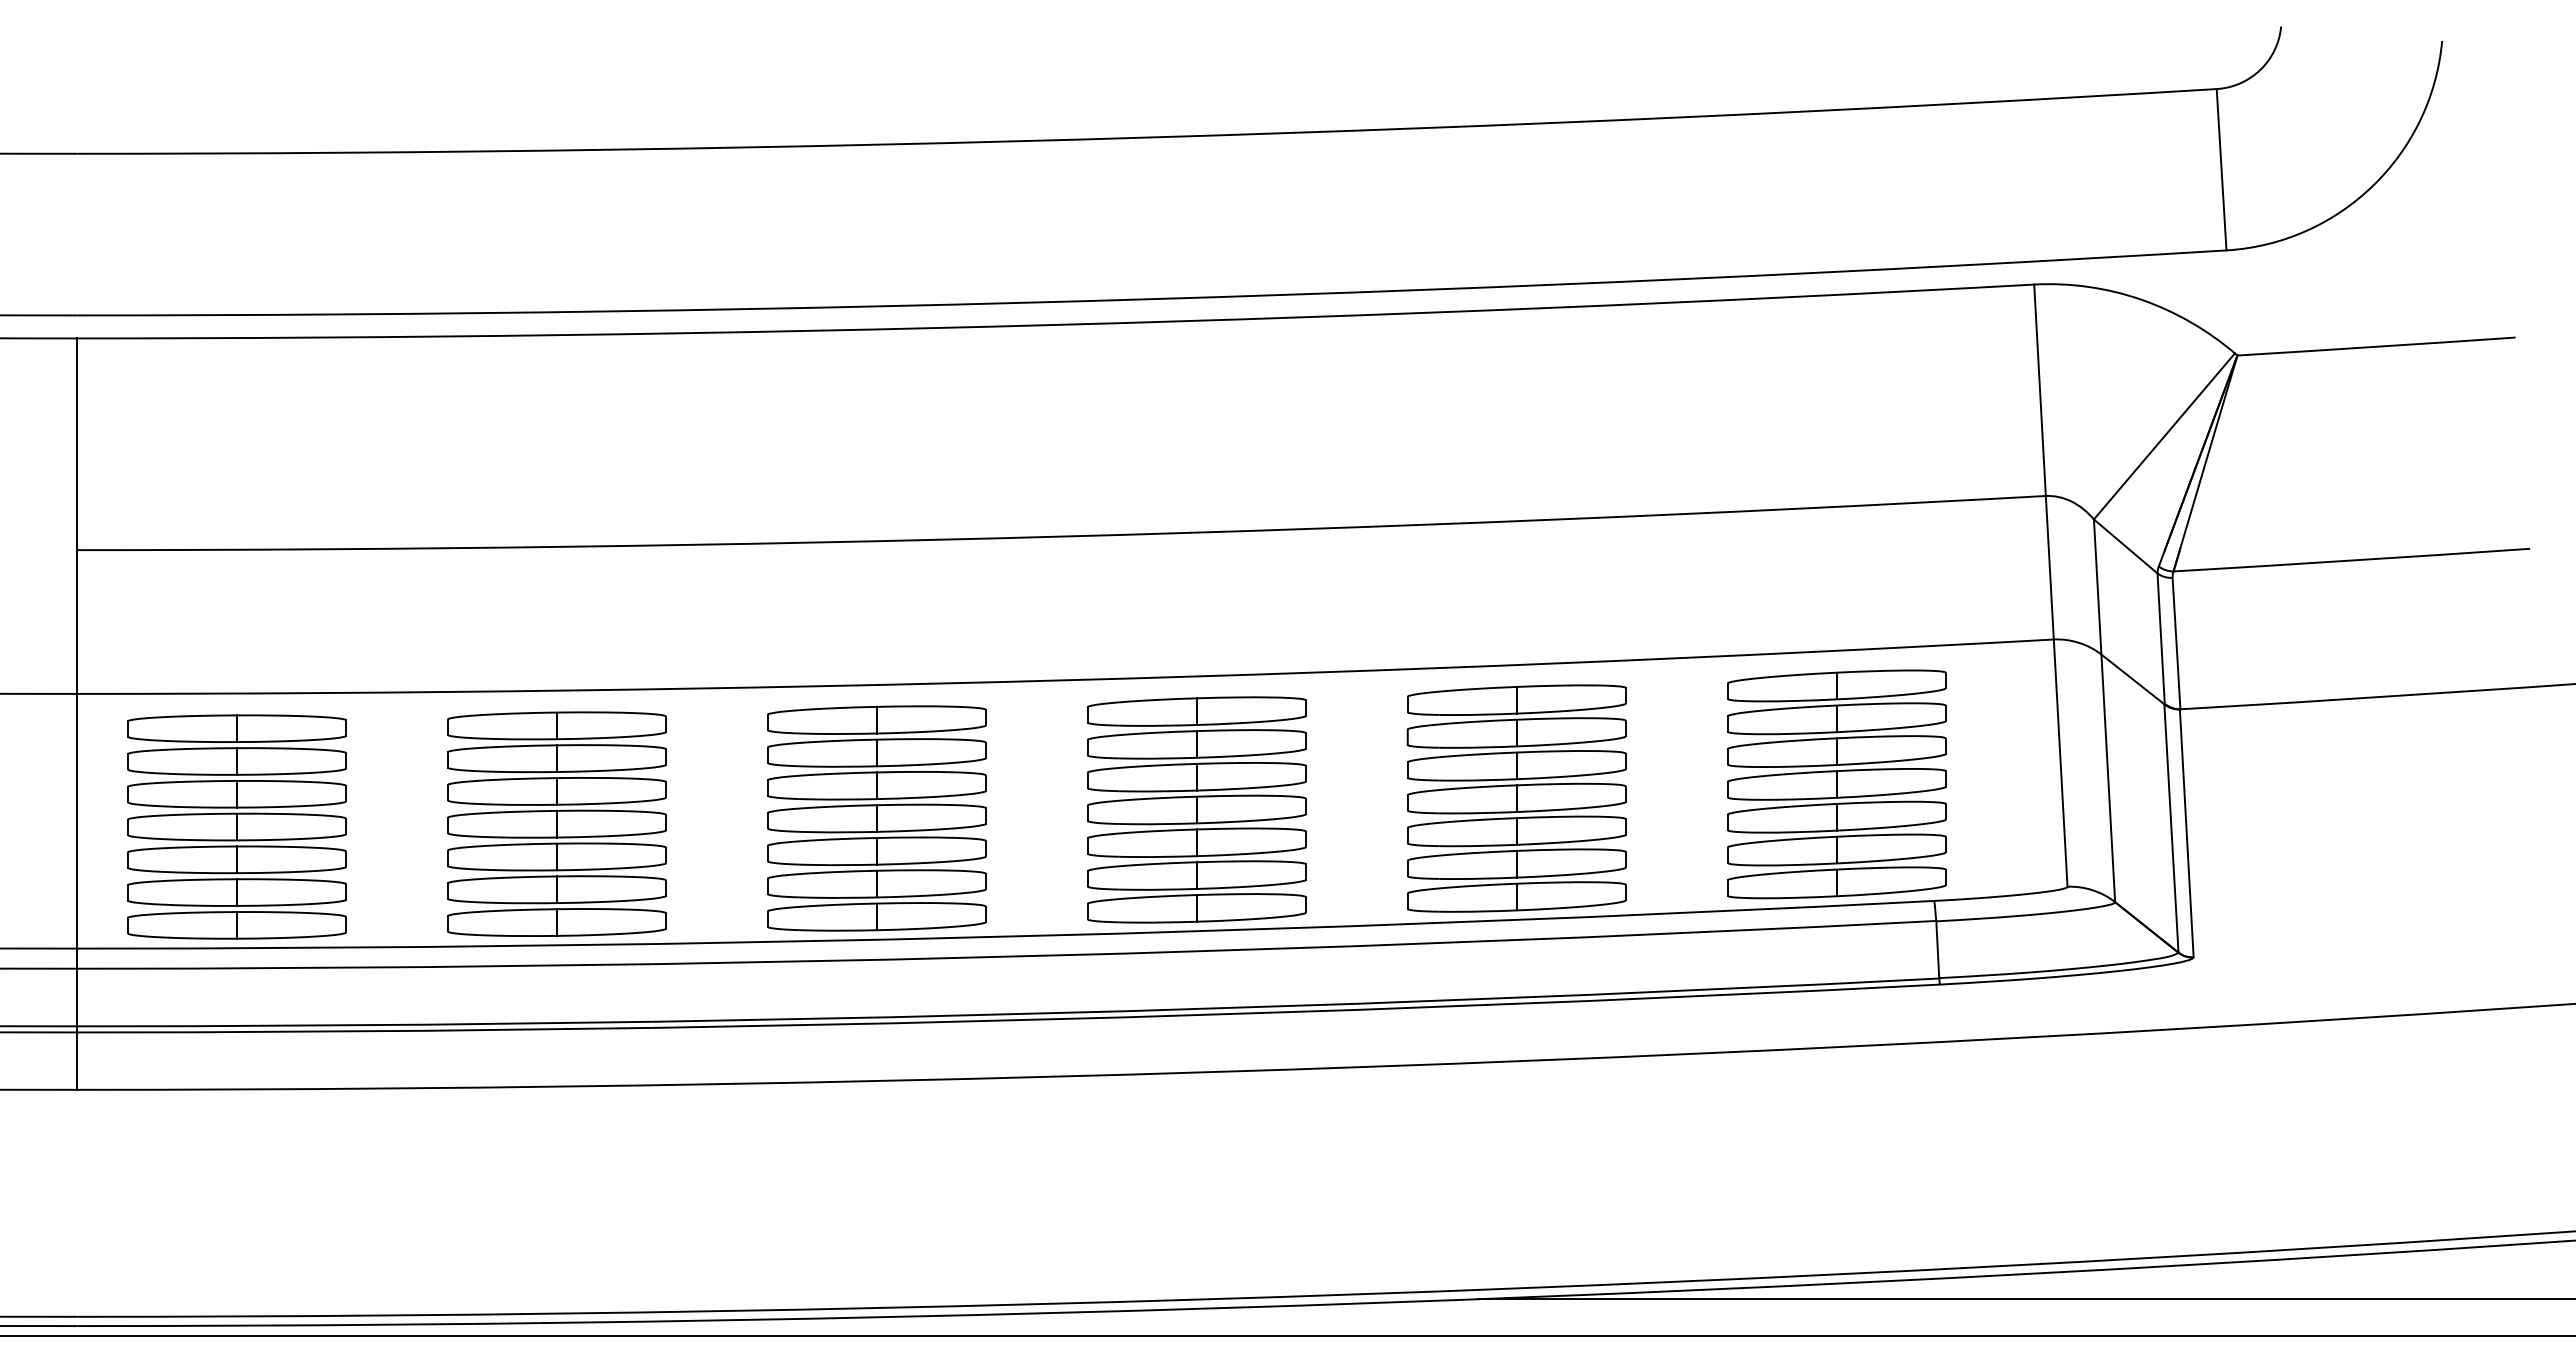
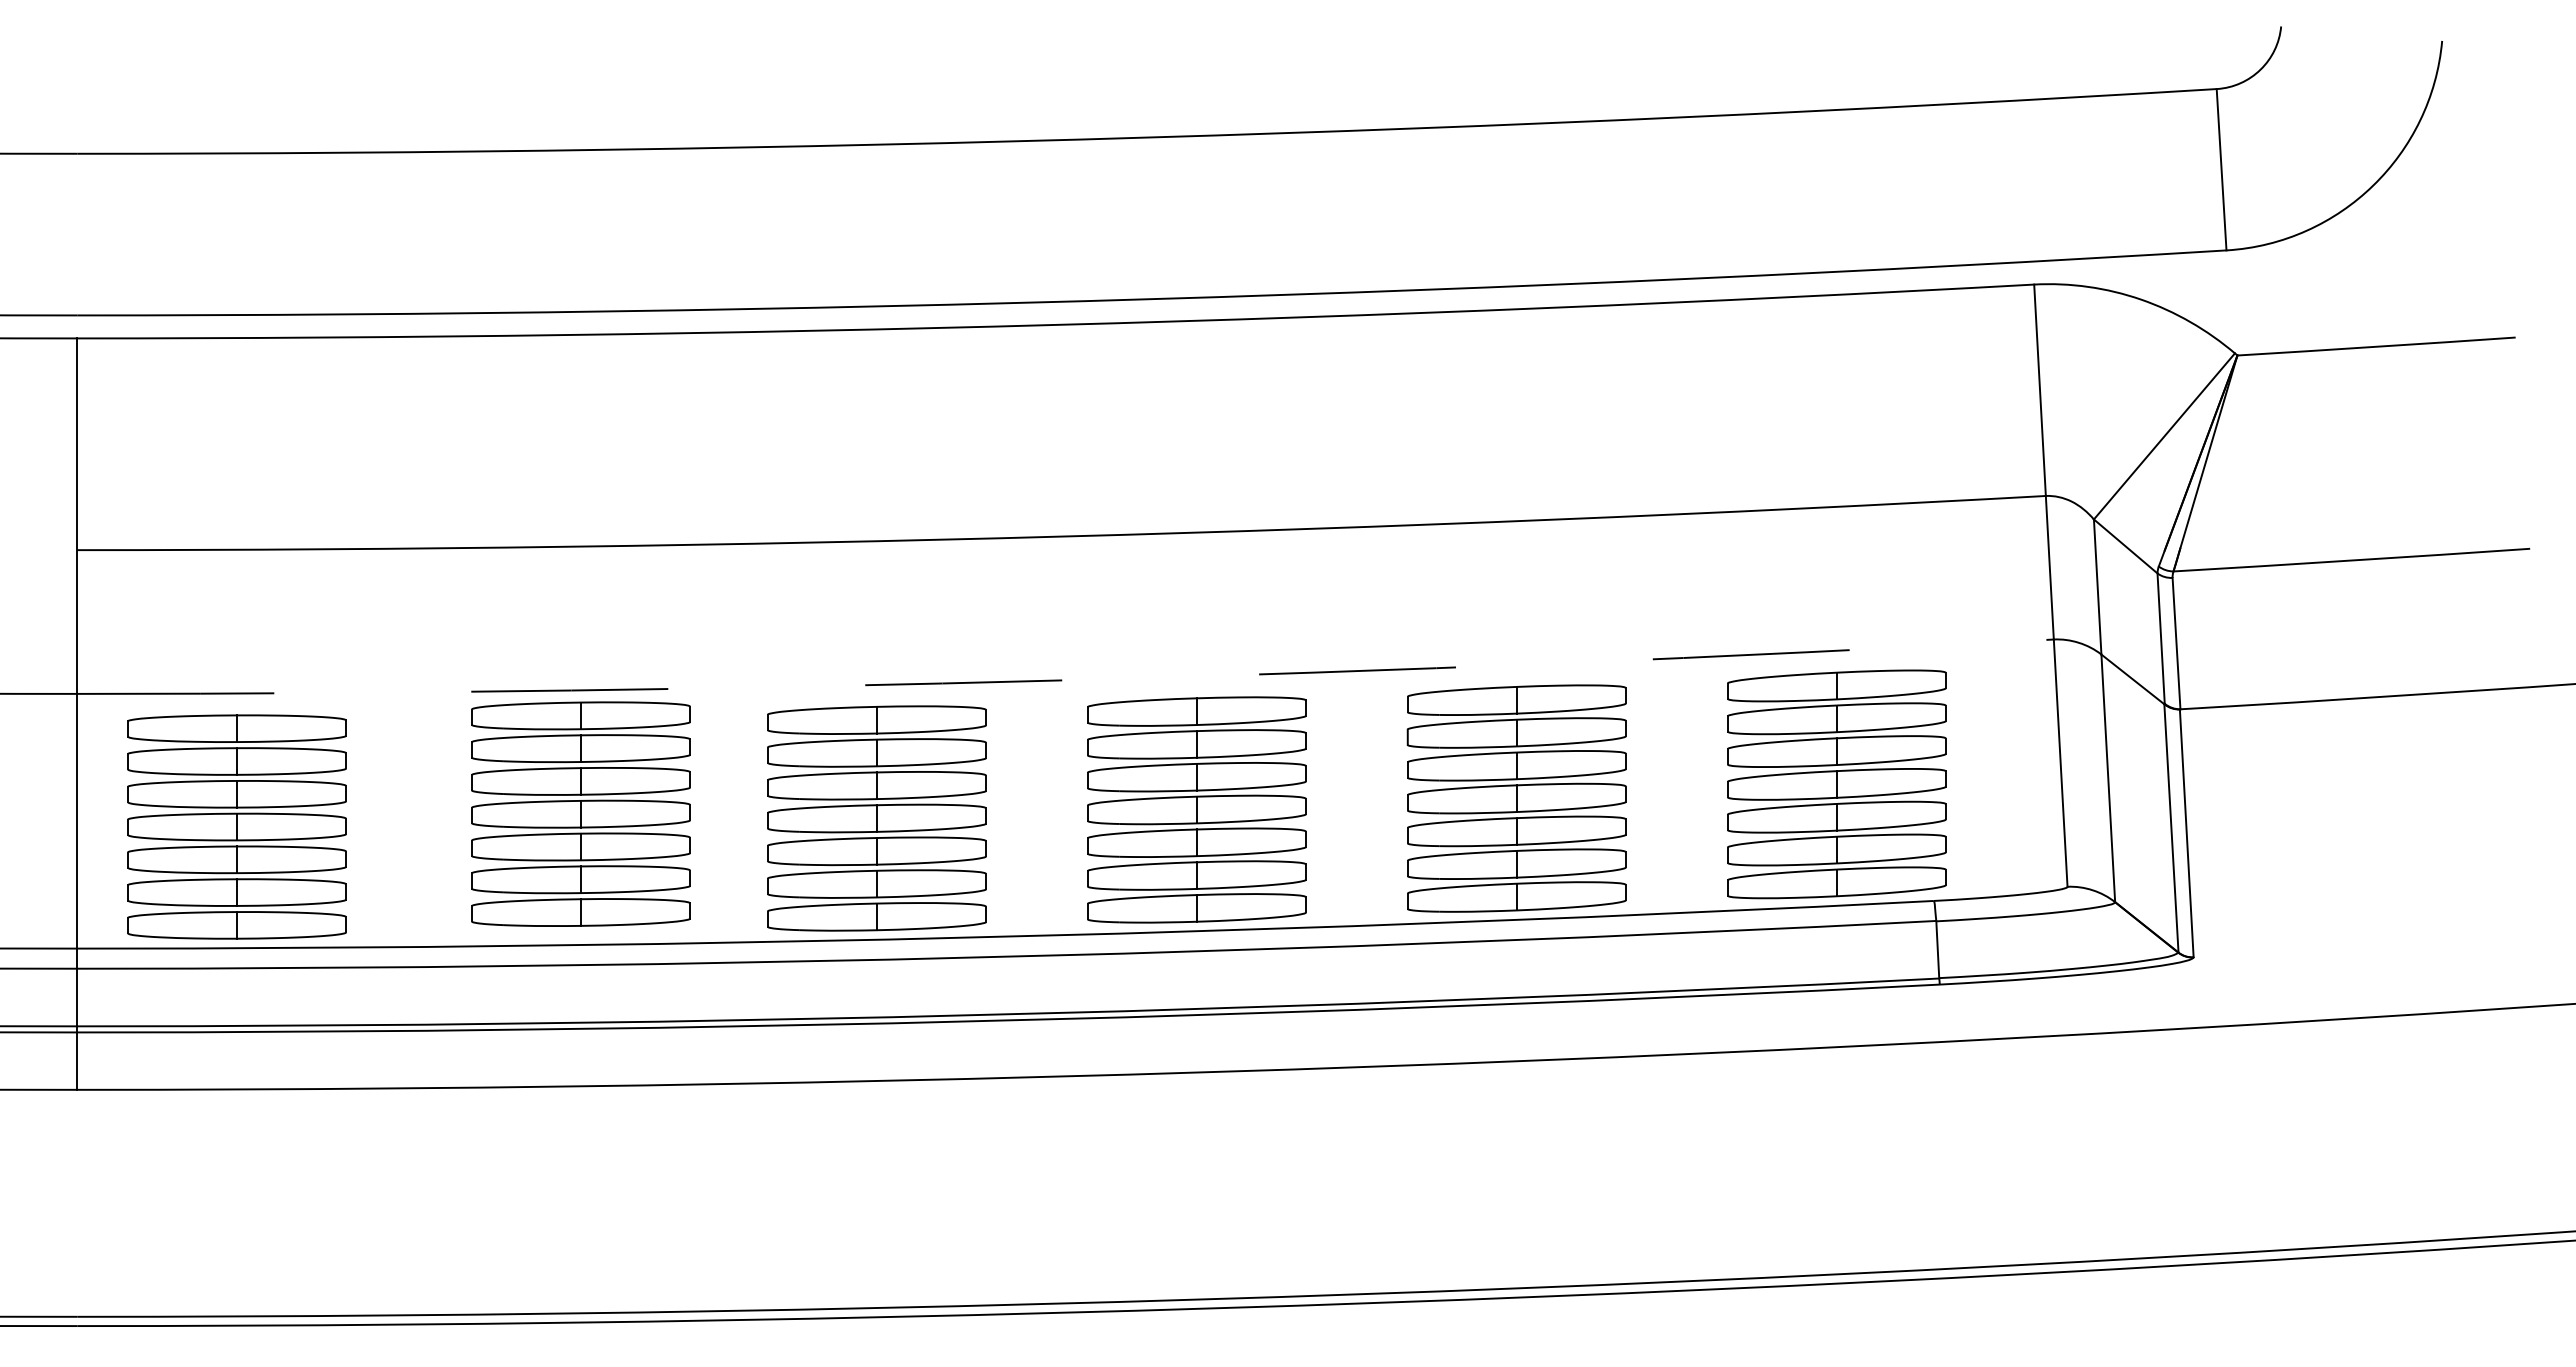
arc at (1065, 680): solid -> dashed
part at (556, 823) position: (556, 823) -> (580, 813)
line at (2024, 1299): present -> none
line at (1287, 1336): present -> none
